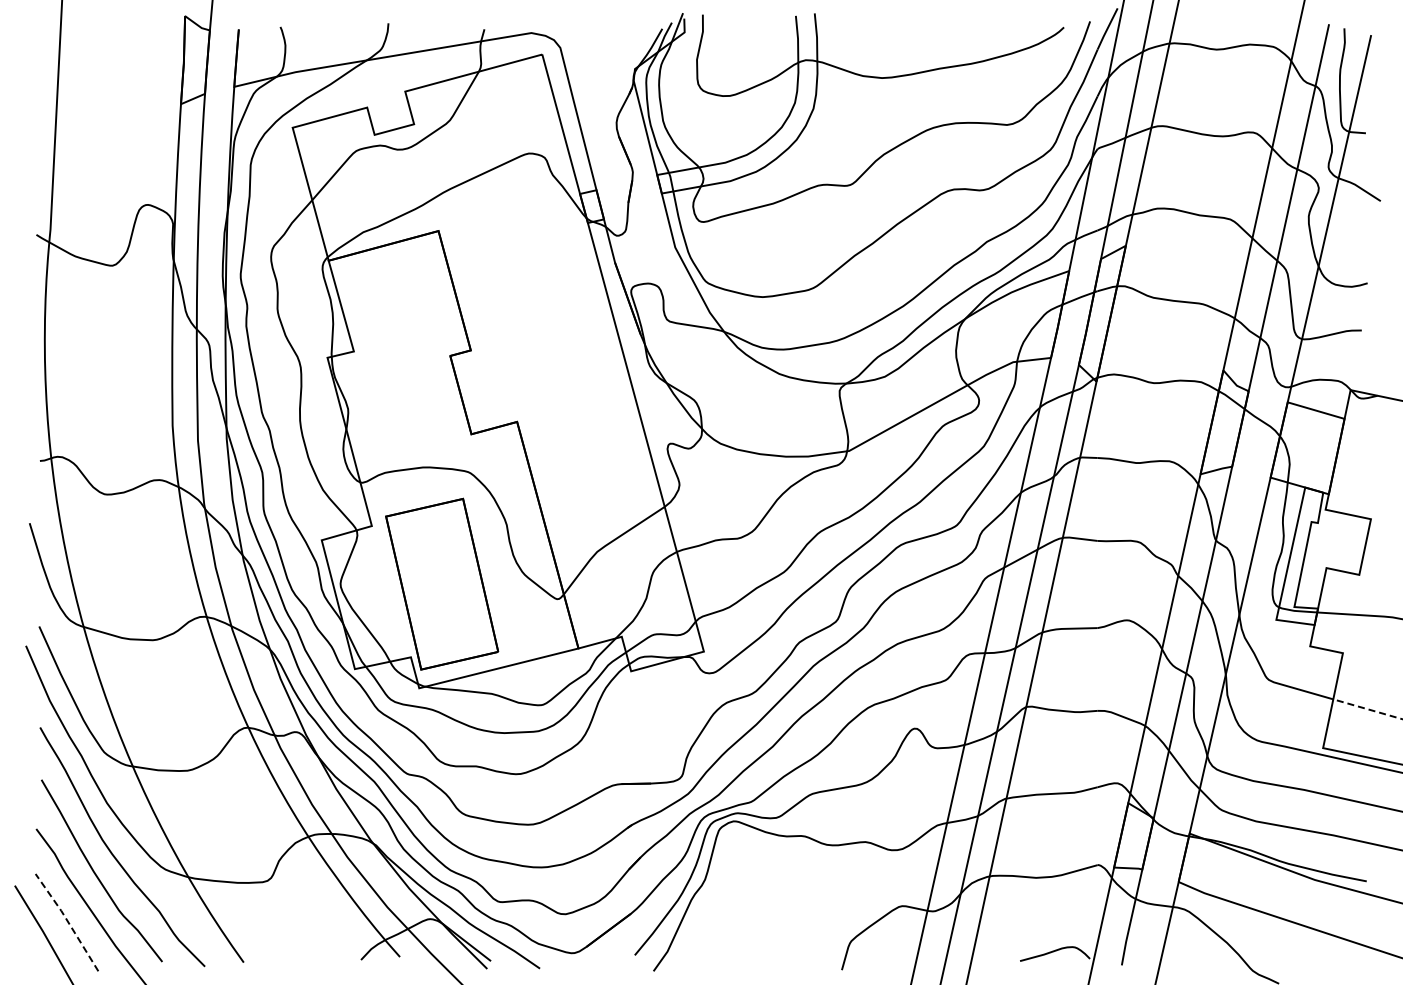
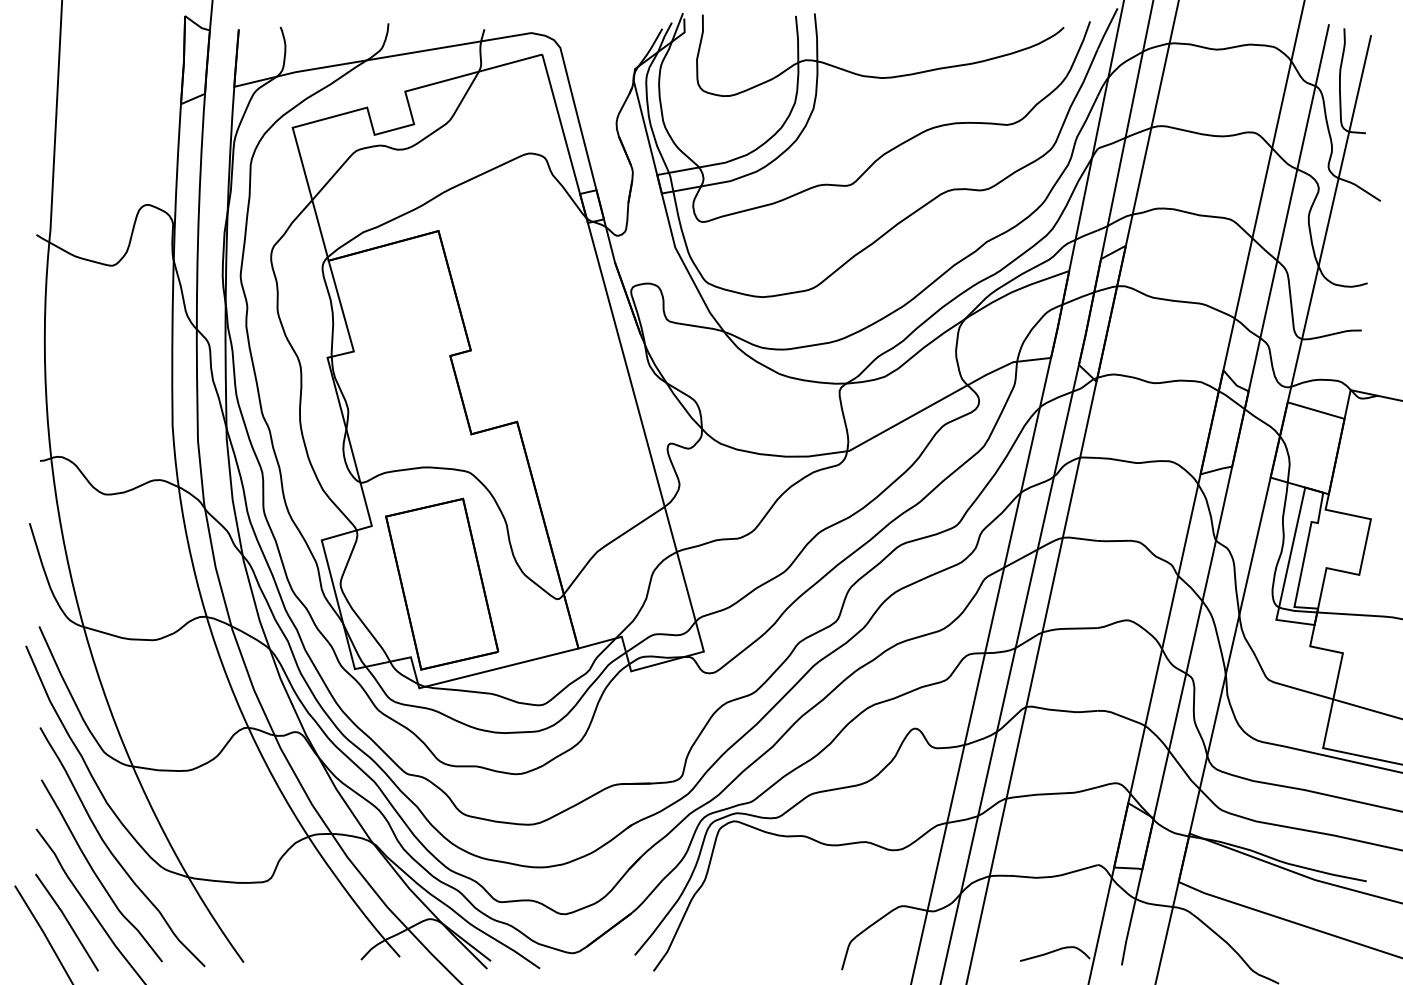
line at (1367, 709): dashed -> solid
line at (67, 921): dashed -> solid
